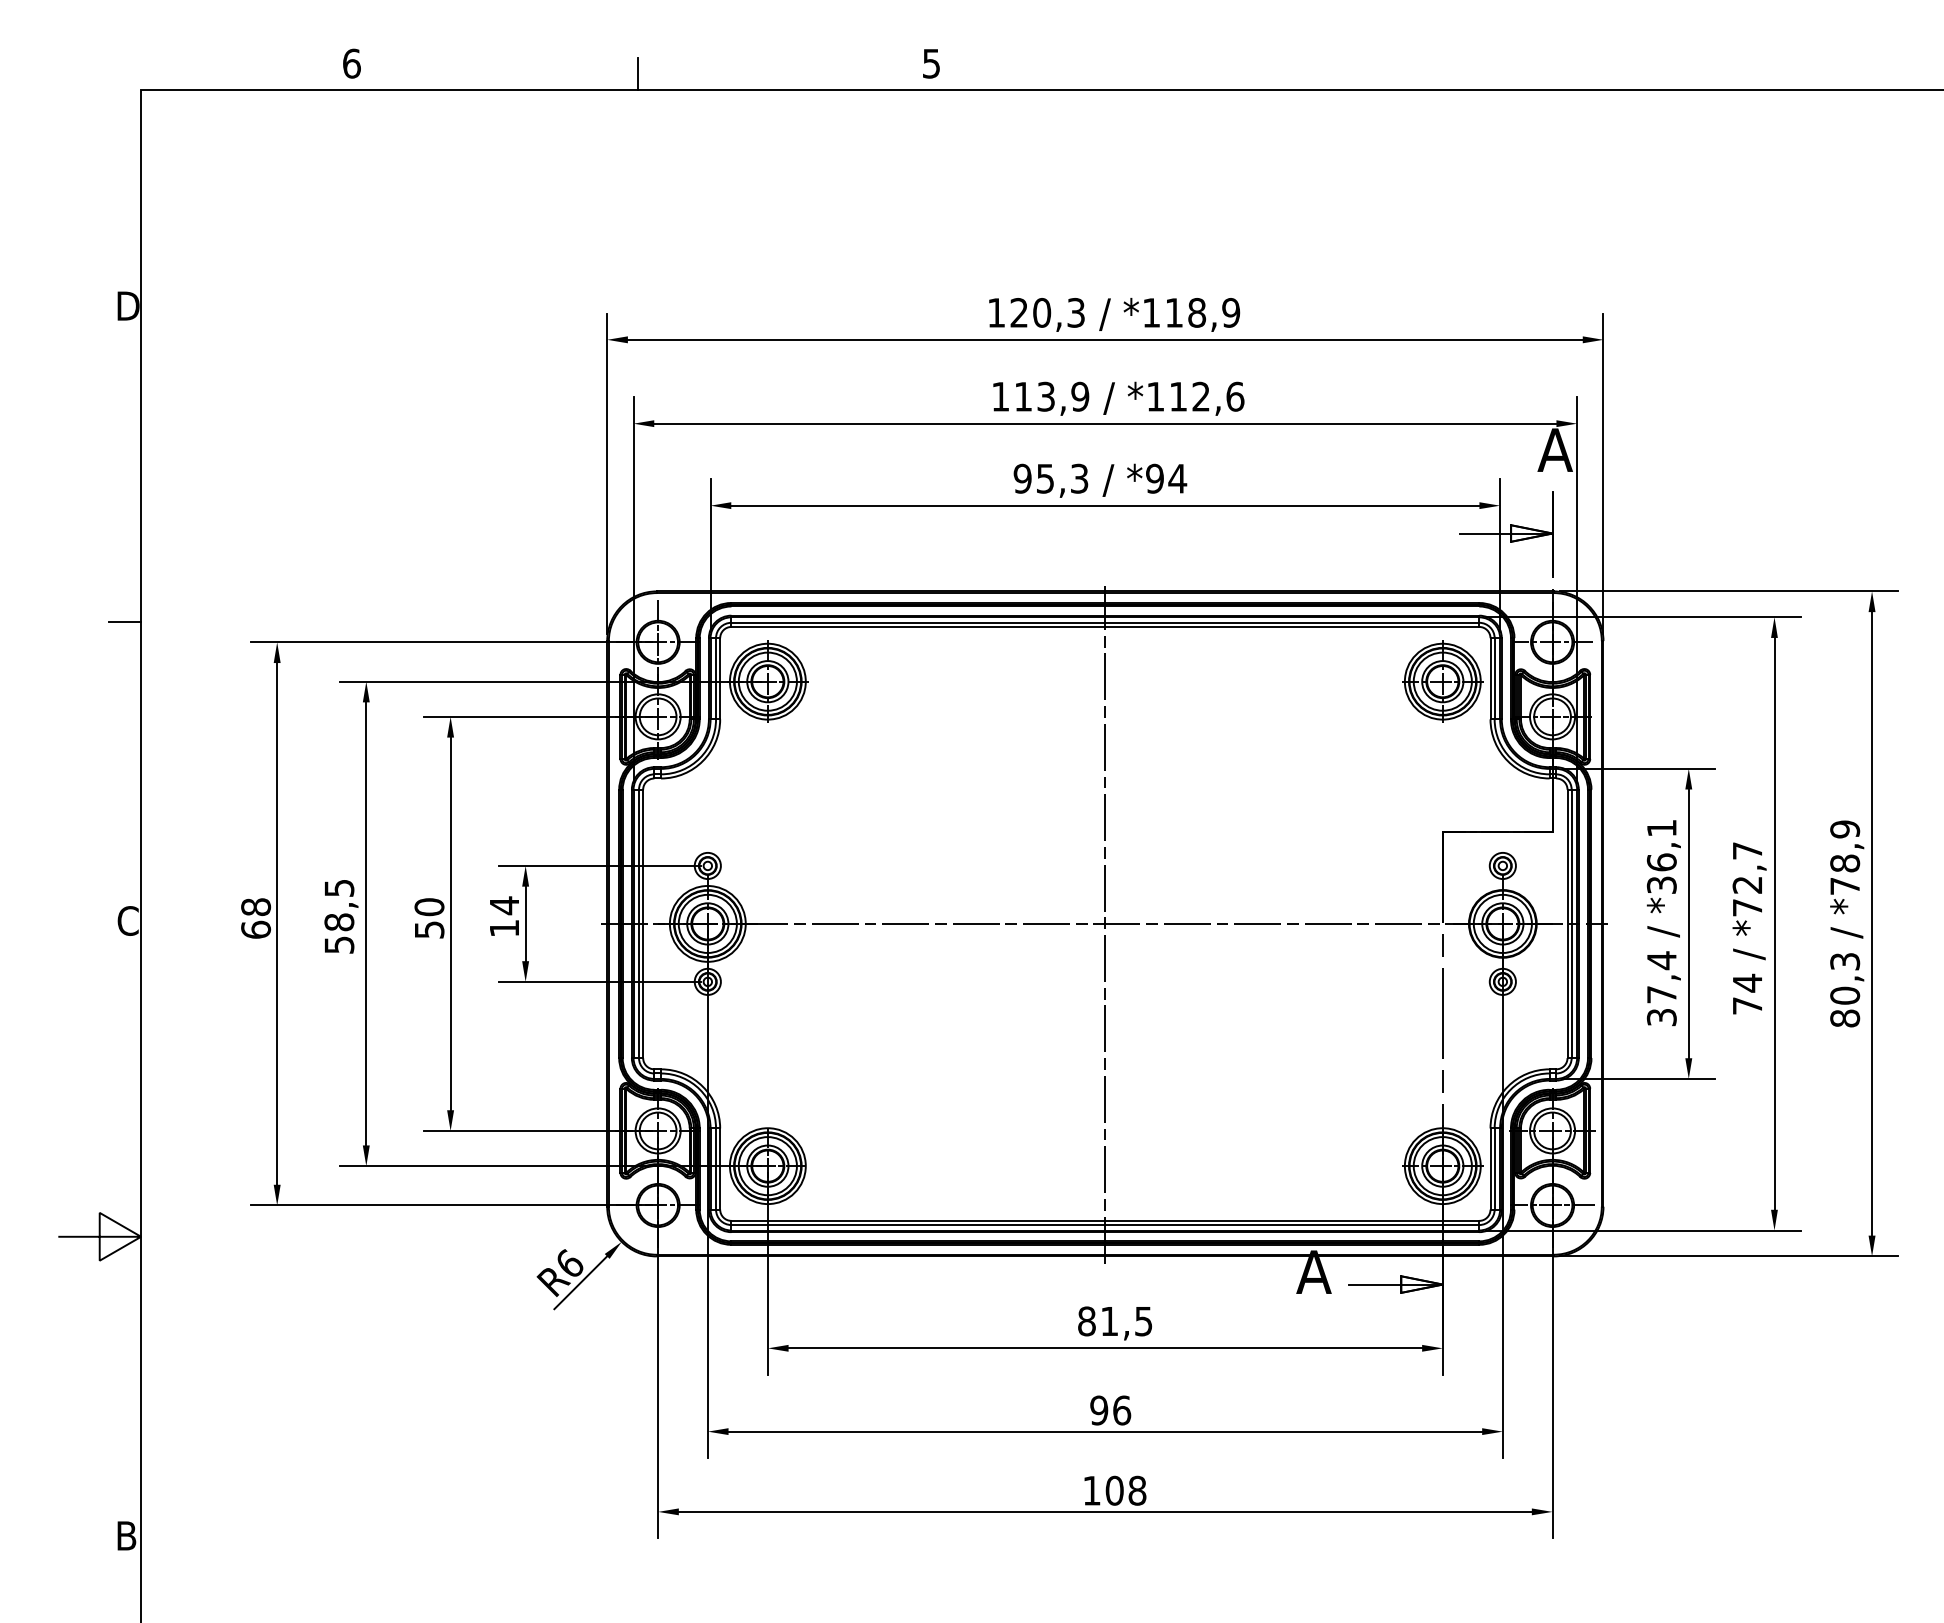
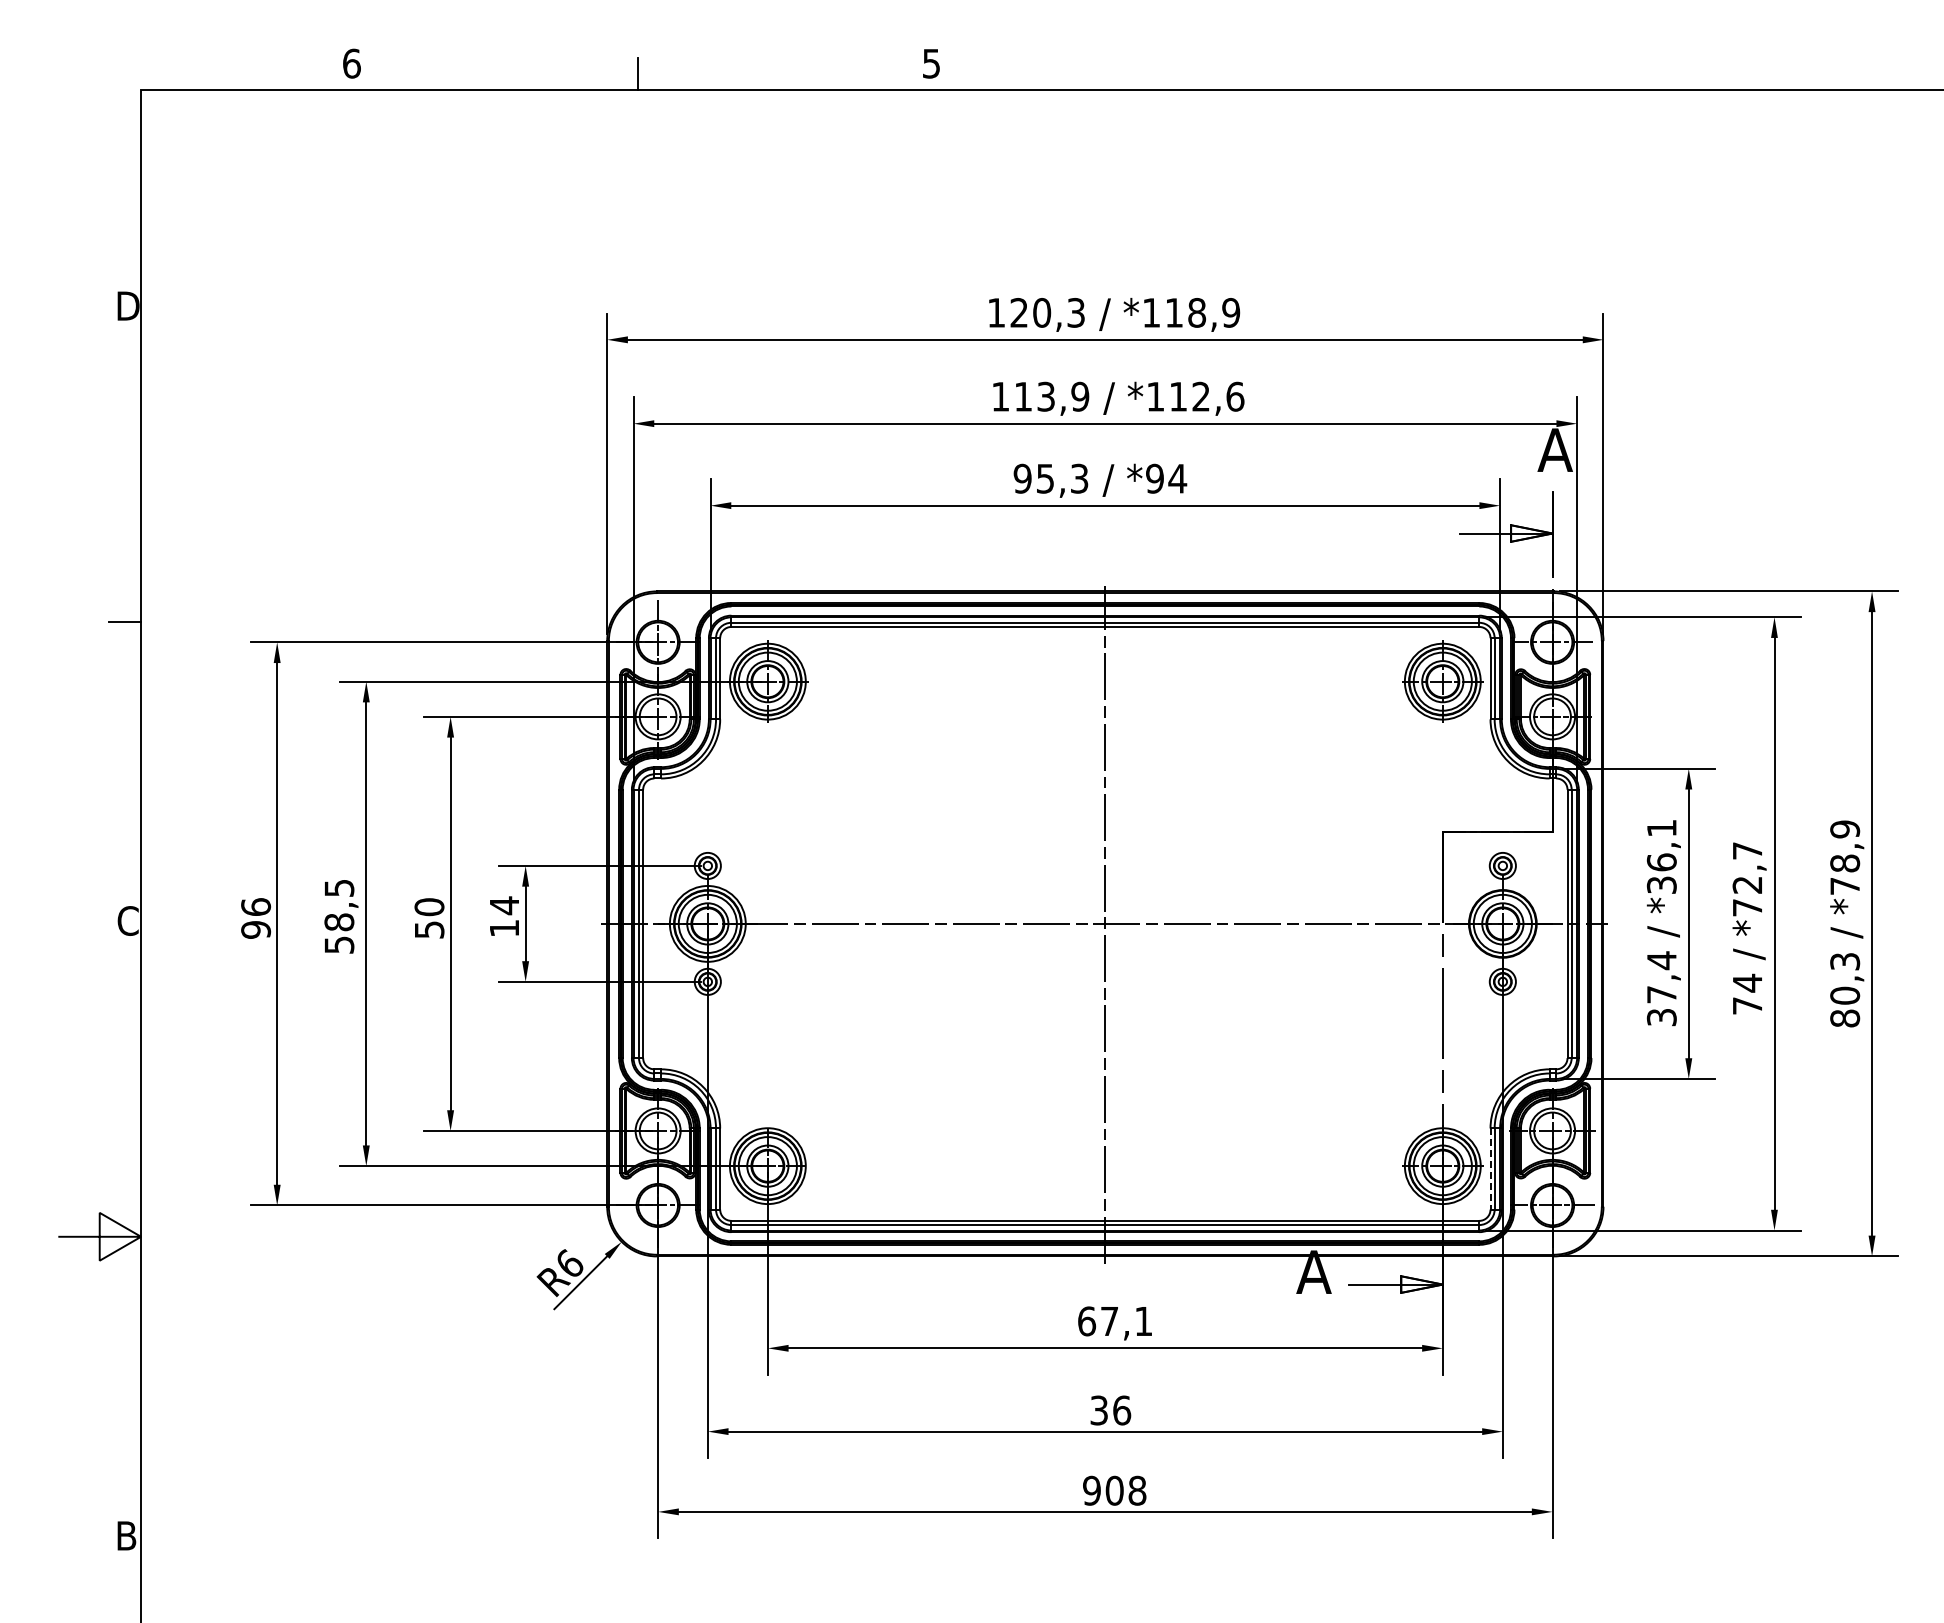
text at (256, 918): 68 -> 96
line at (1490, 1169): solid -> dashed
text at (1115, 1321): 81,5 -> 67,1
text at (1099, 1410): 96 -> 36
text at (1091, 1490): 108 -> 908
